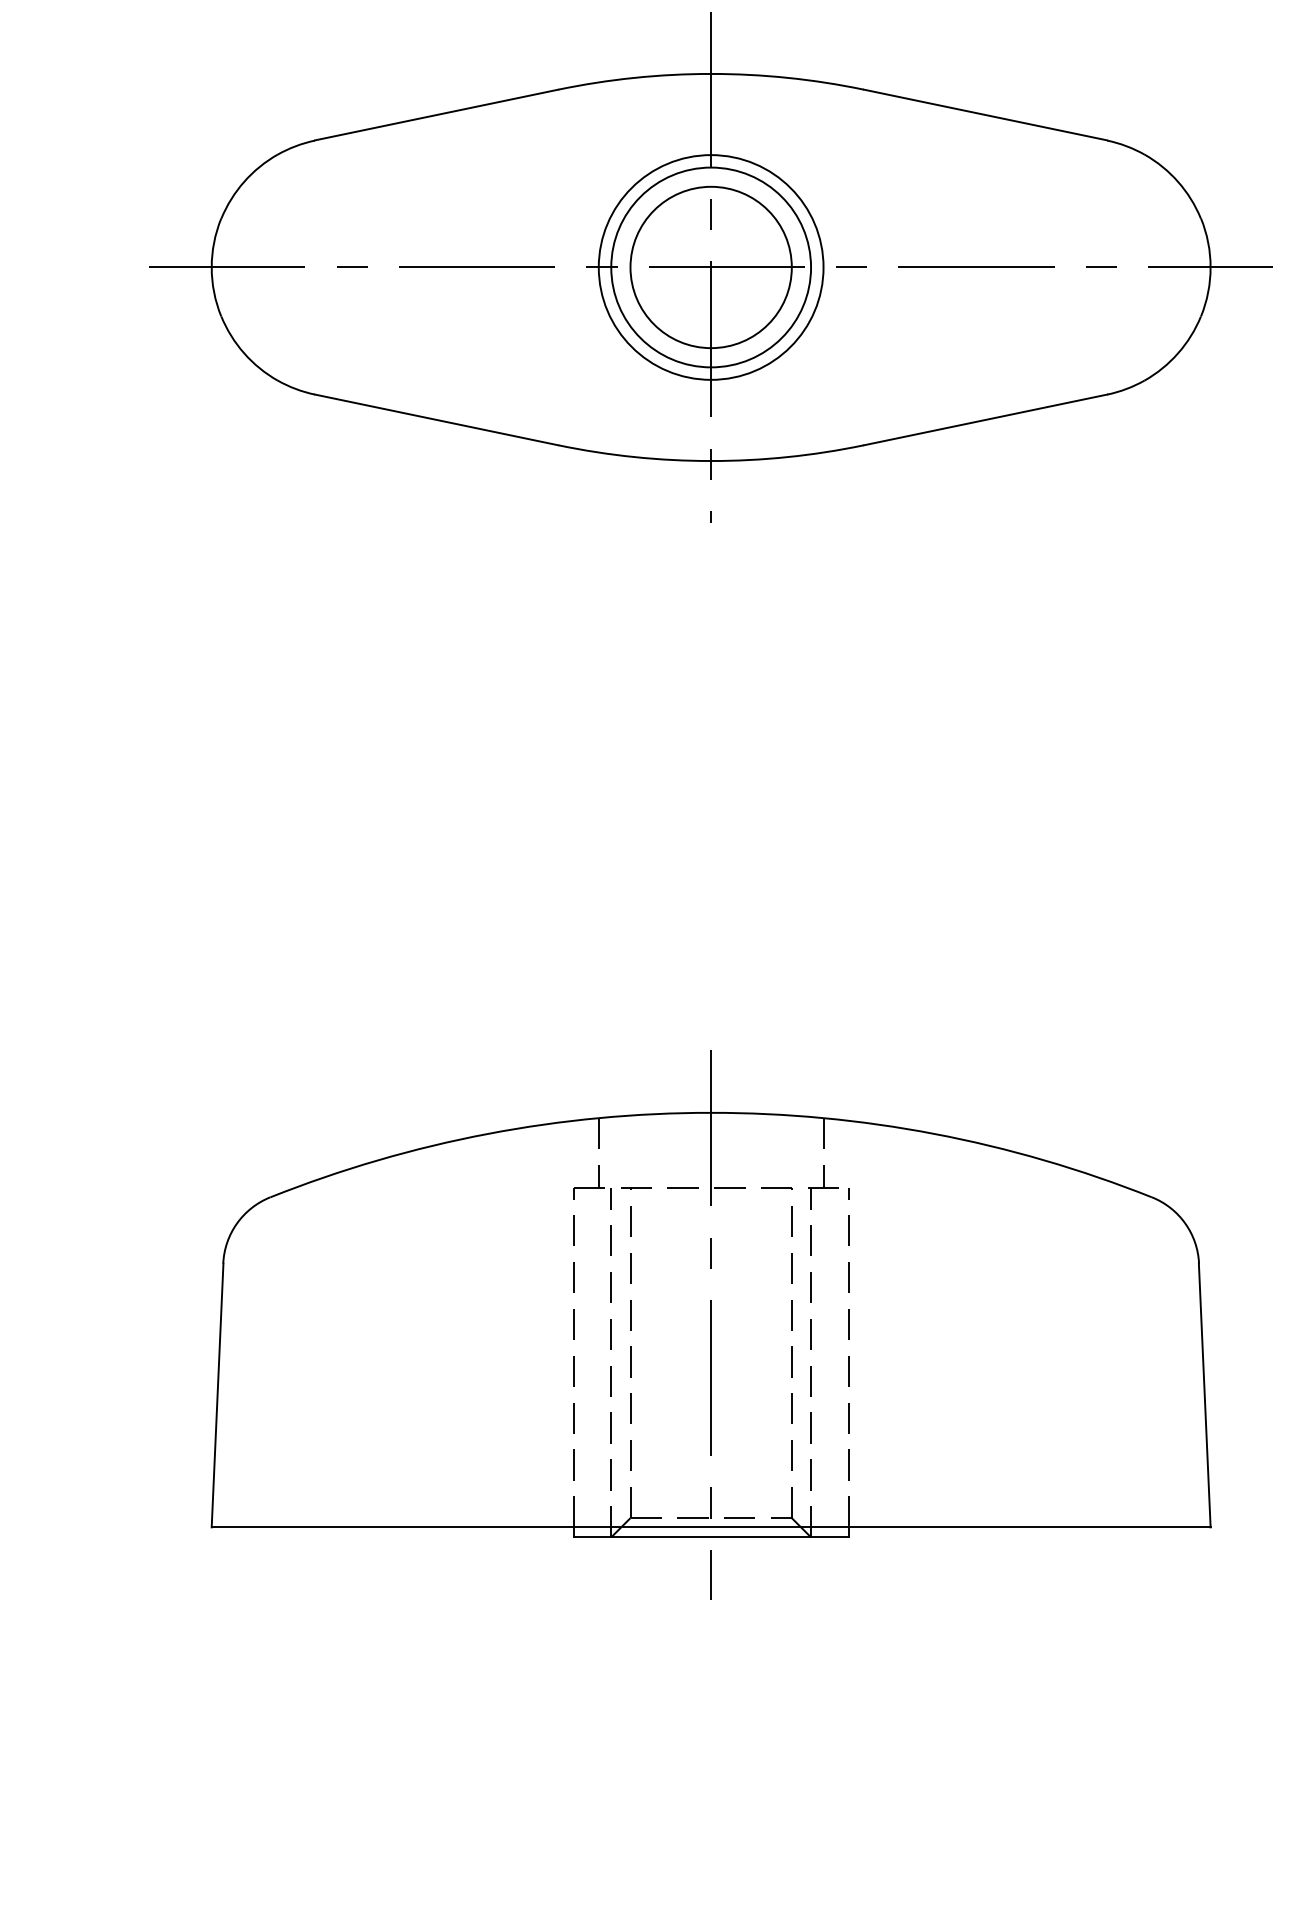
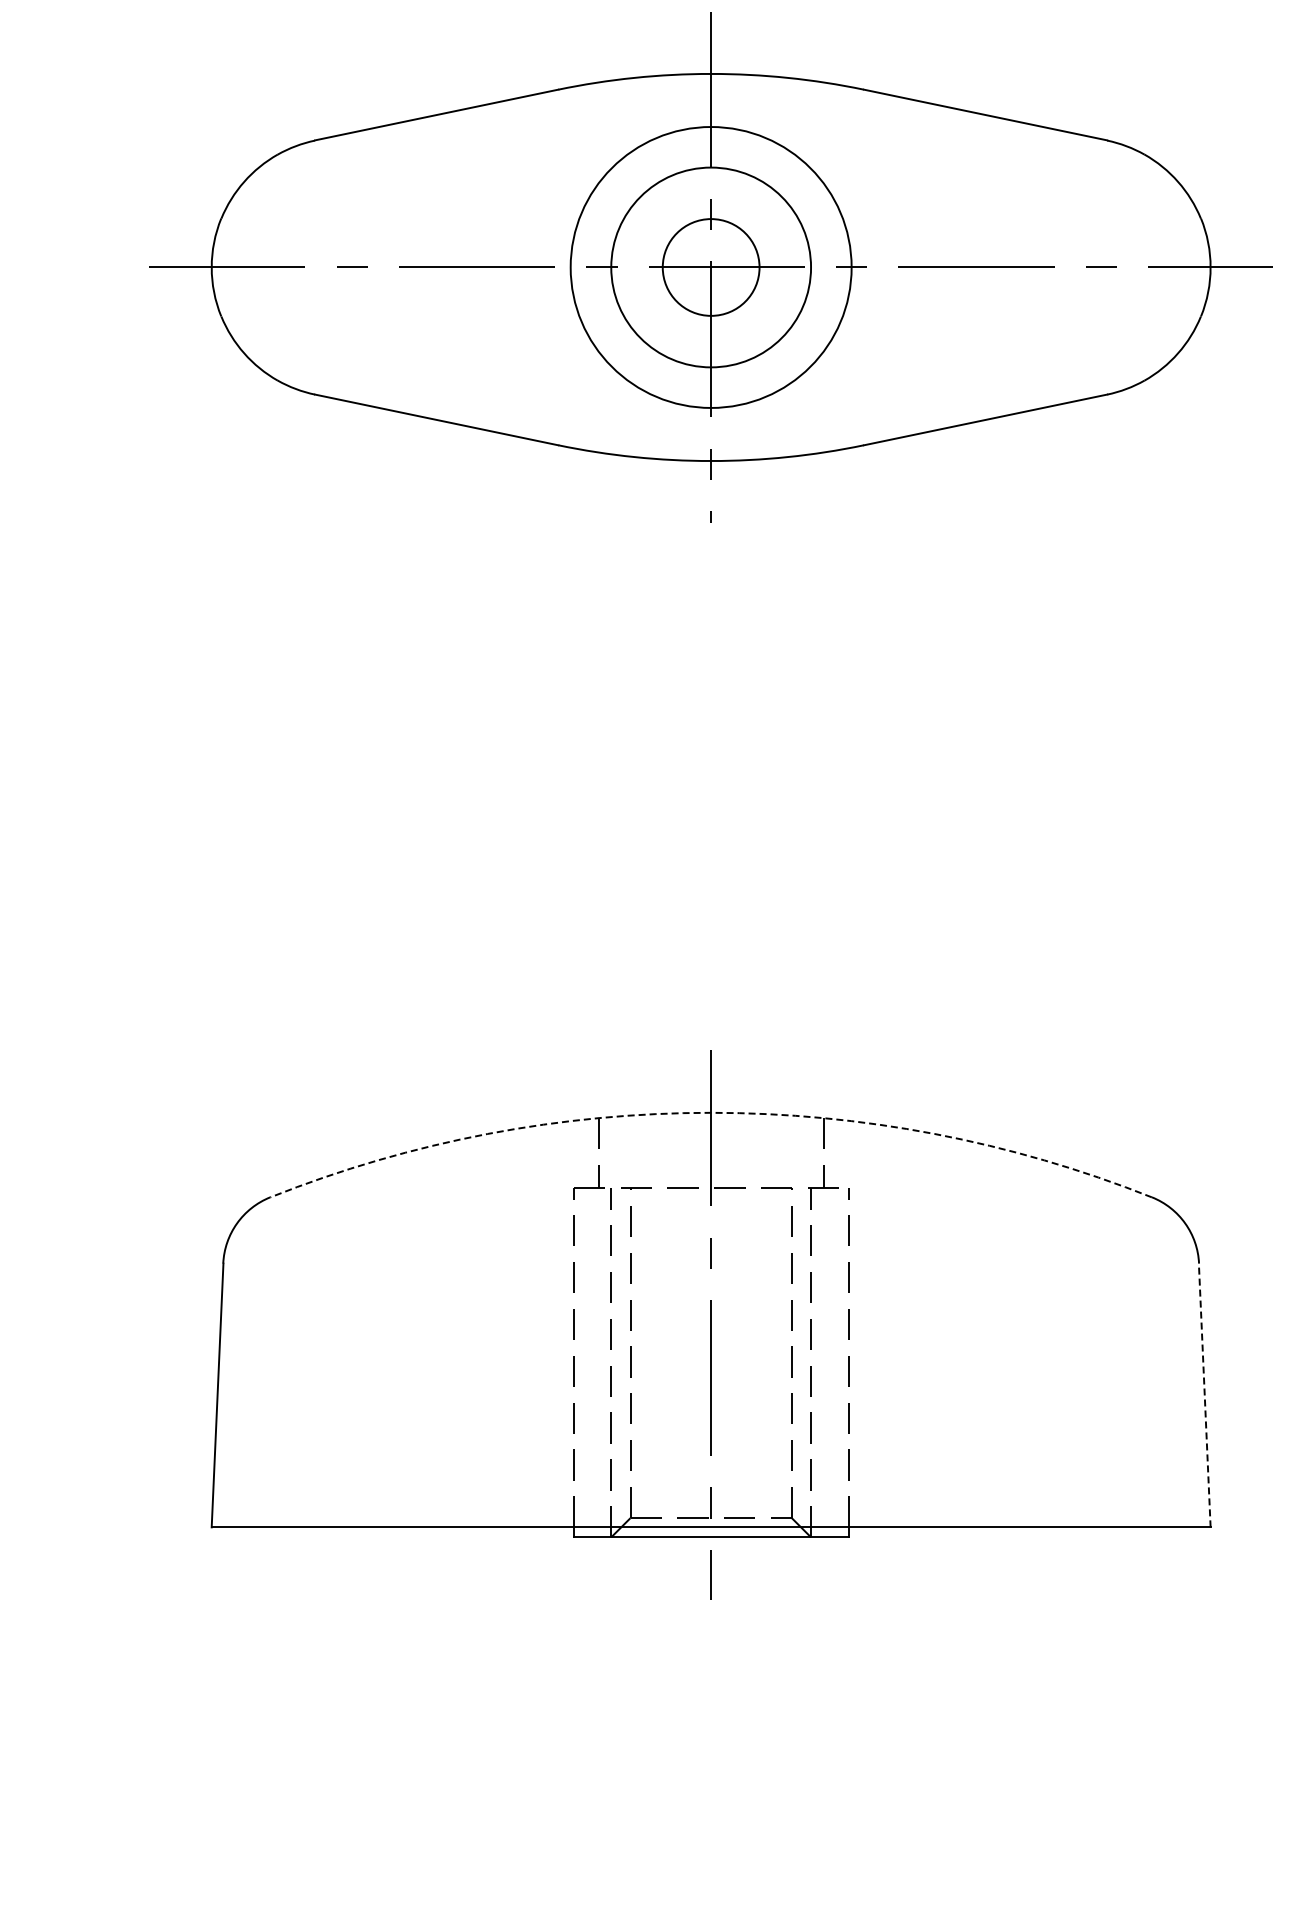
circle at (710, 267) diameter: 161 px -> 97 px
circle at (710, 267) diameter: 225 px -> 281 px
arc at (711, 1112): solid -> dashed
line at (1204, 1395): solid -> dashed
